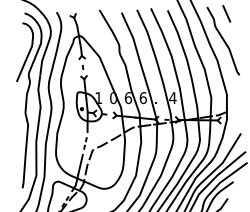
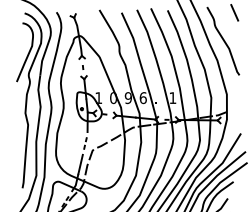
line at (226, 13) position: (226, 13) -> (234, 12)
text at (172, 97): 4 -> 1
text at (128, 98): 6 -> 9
